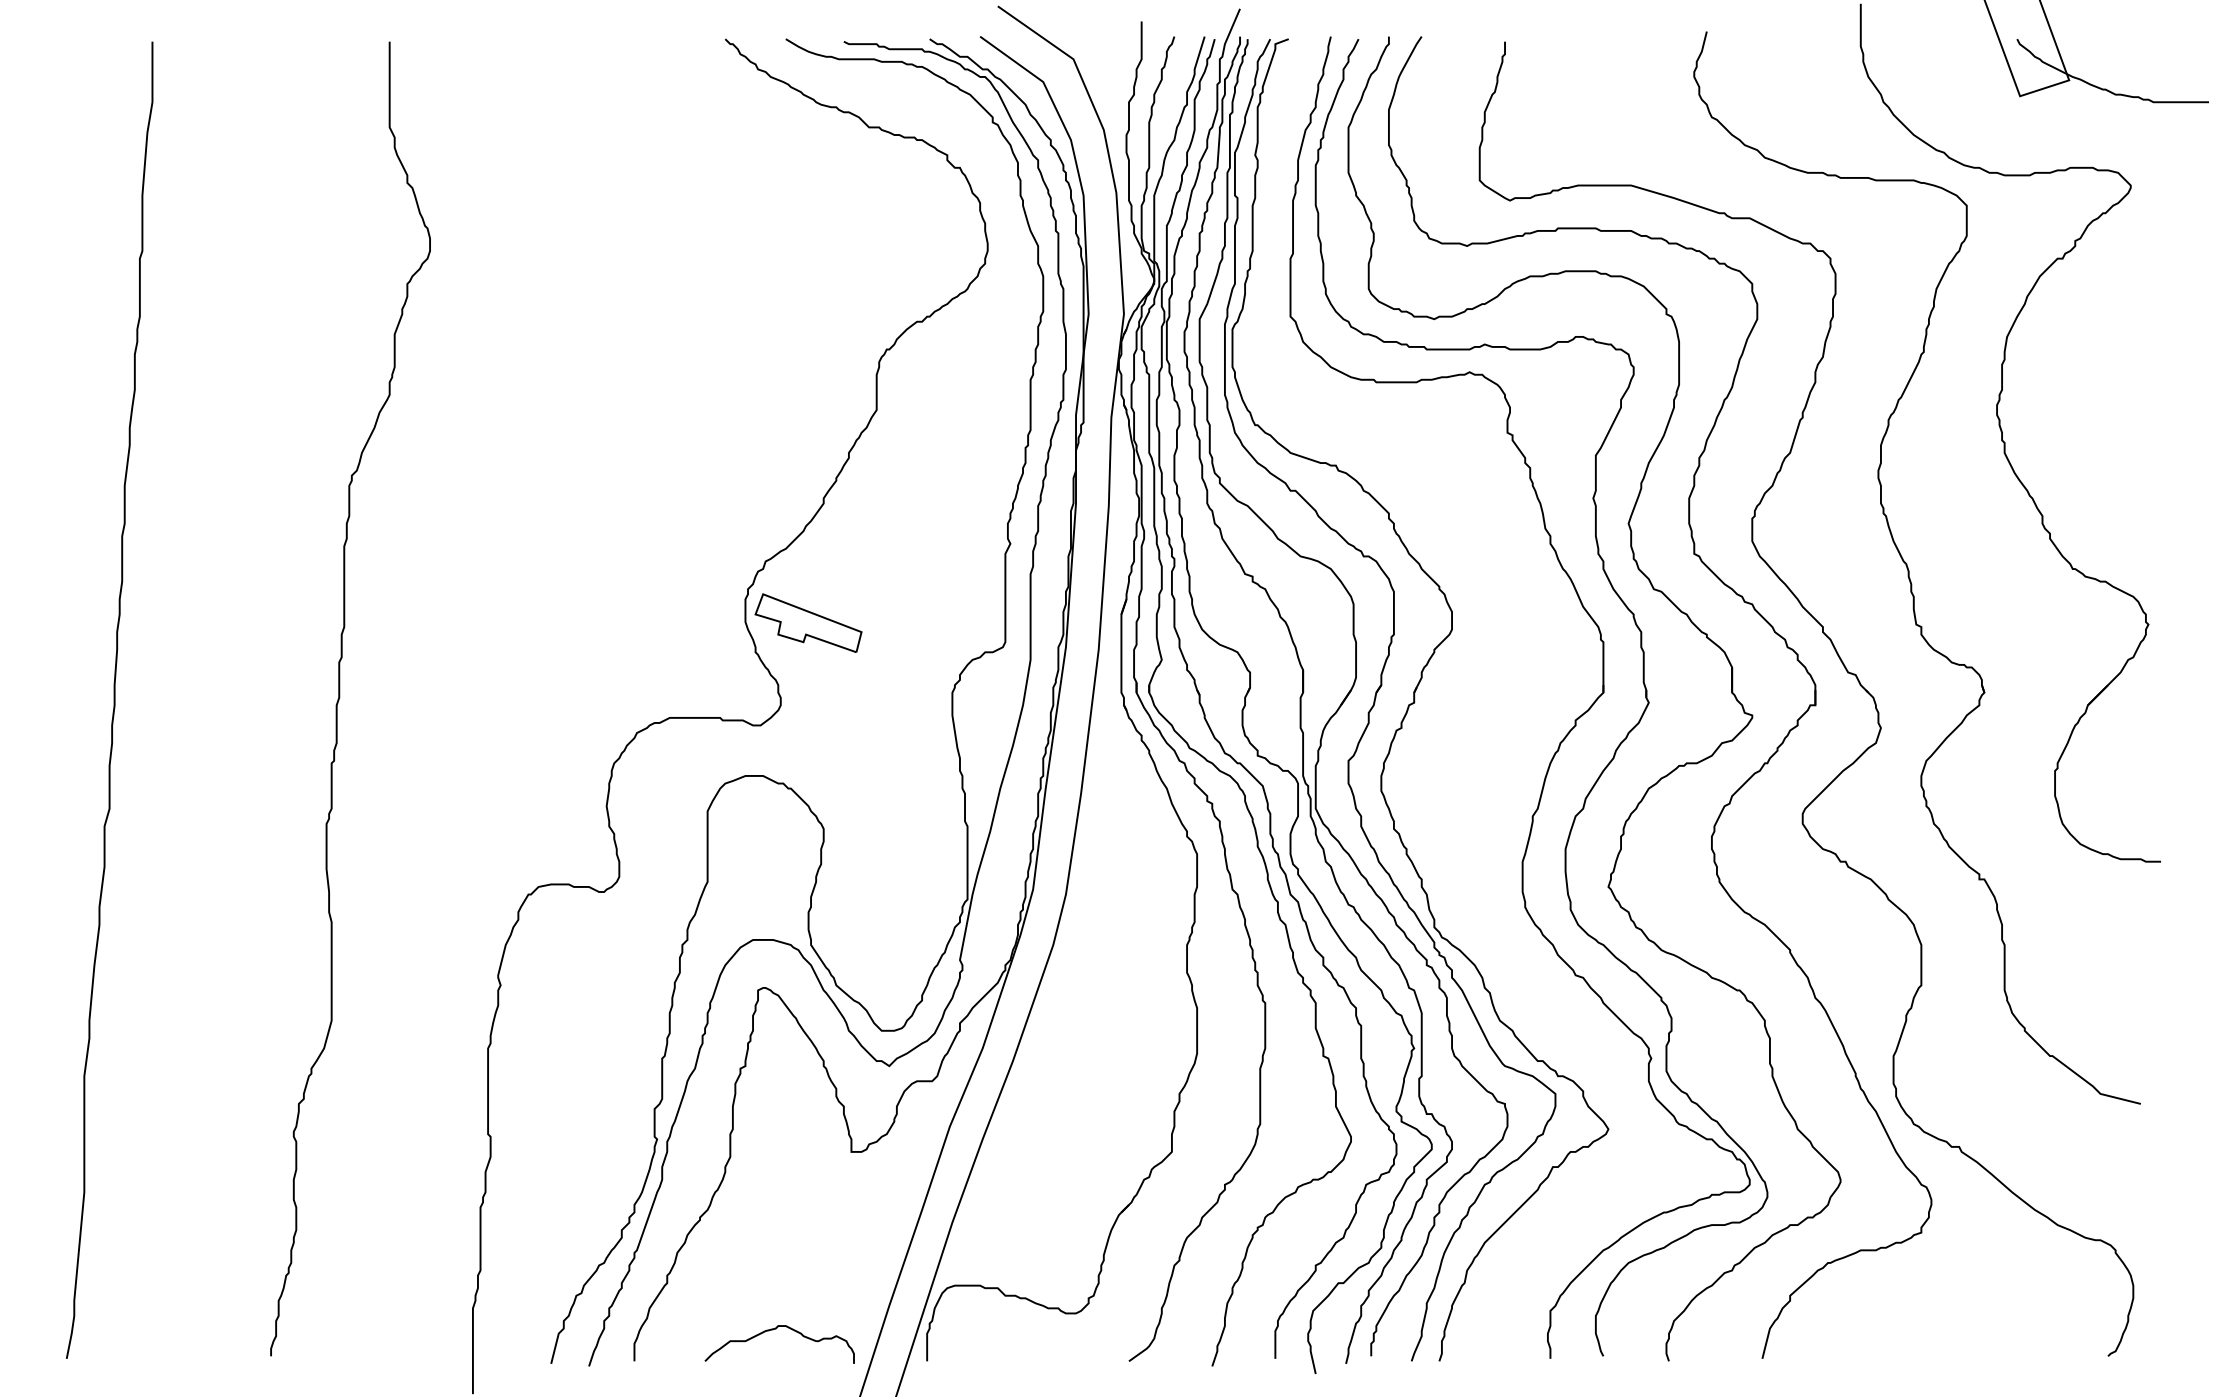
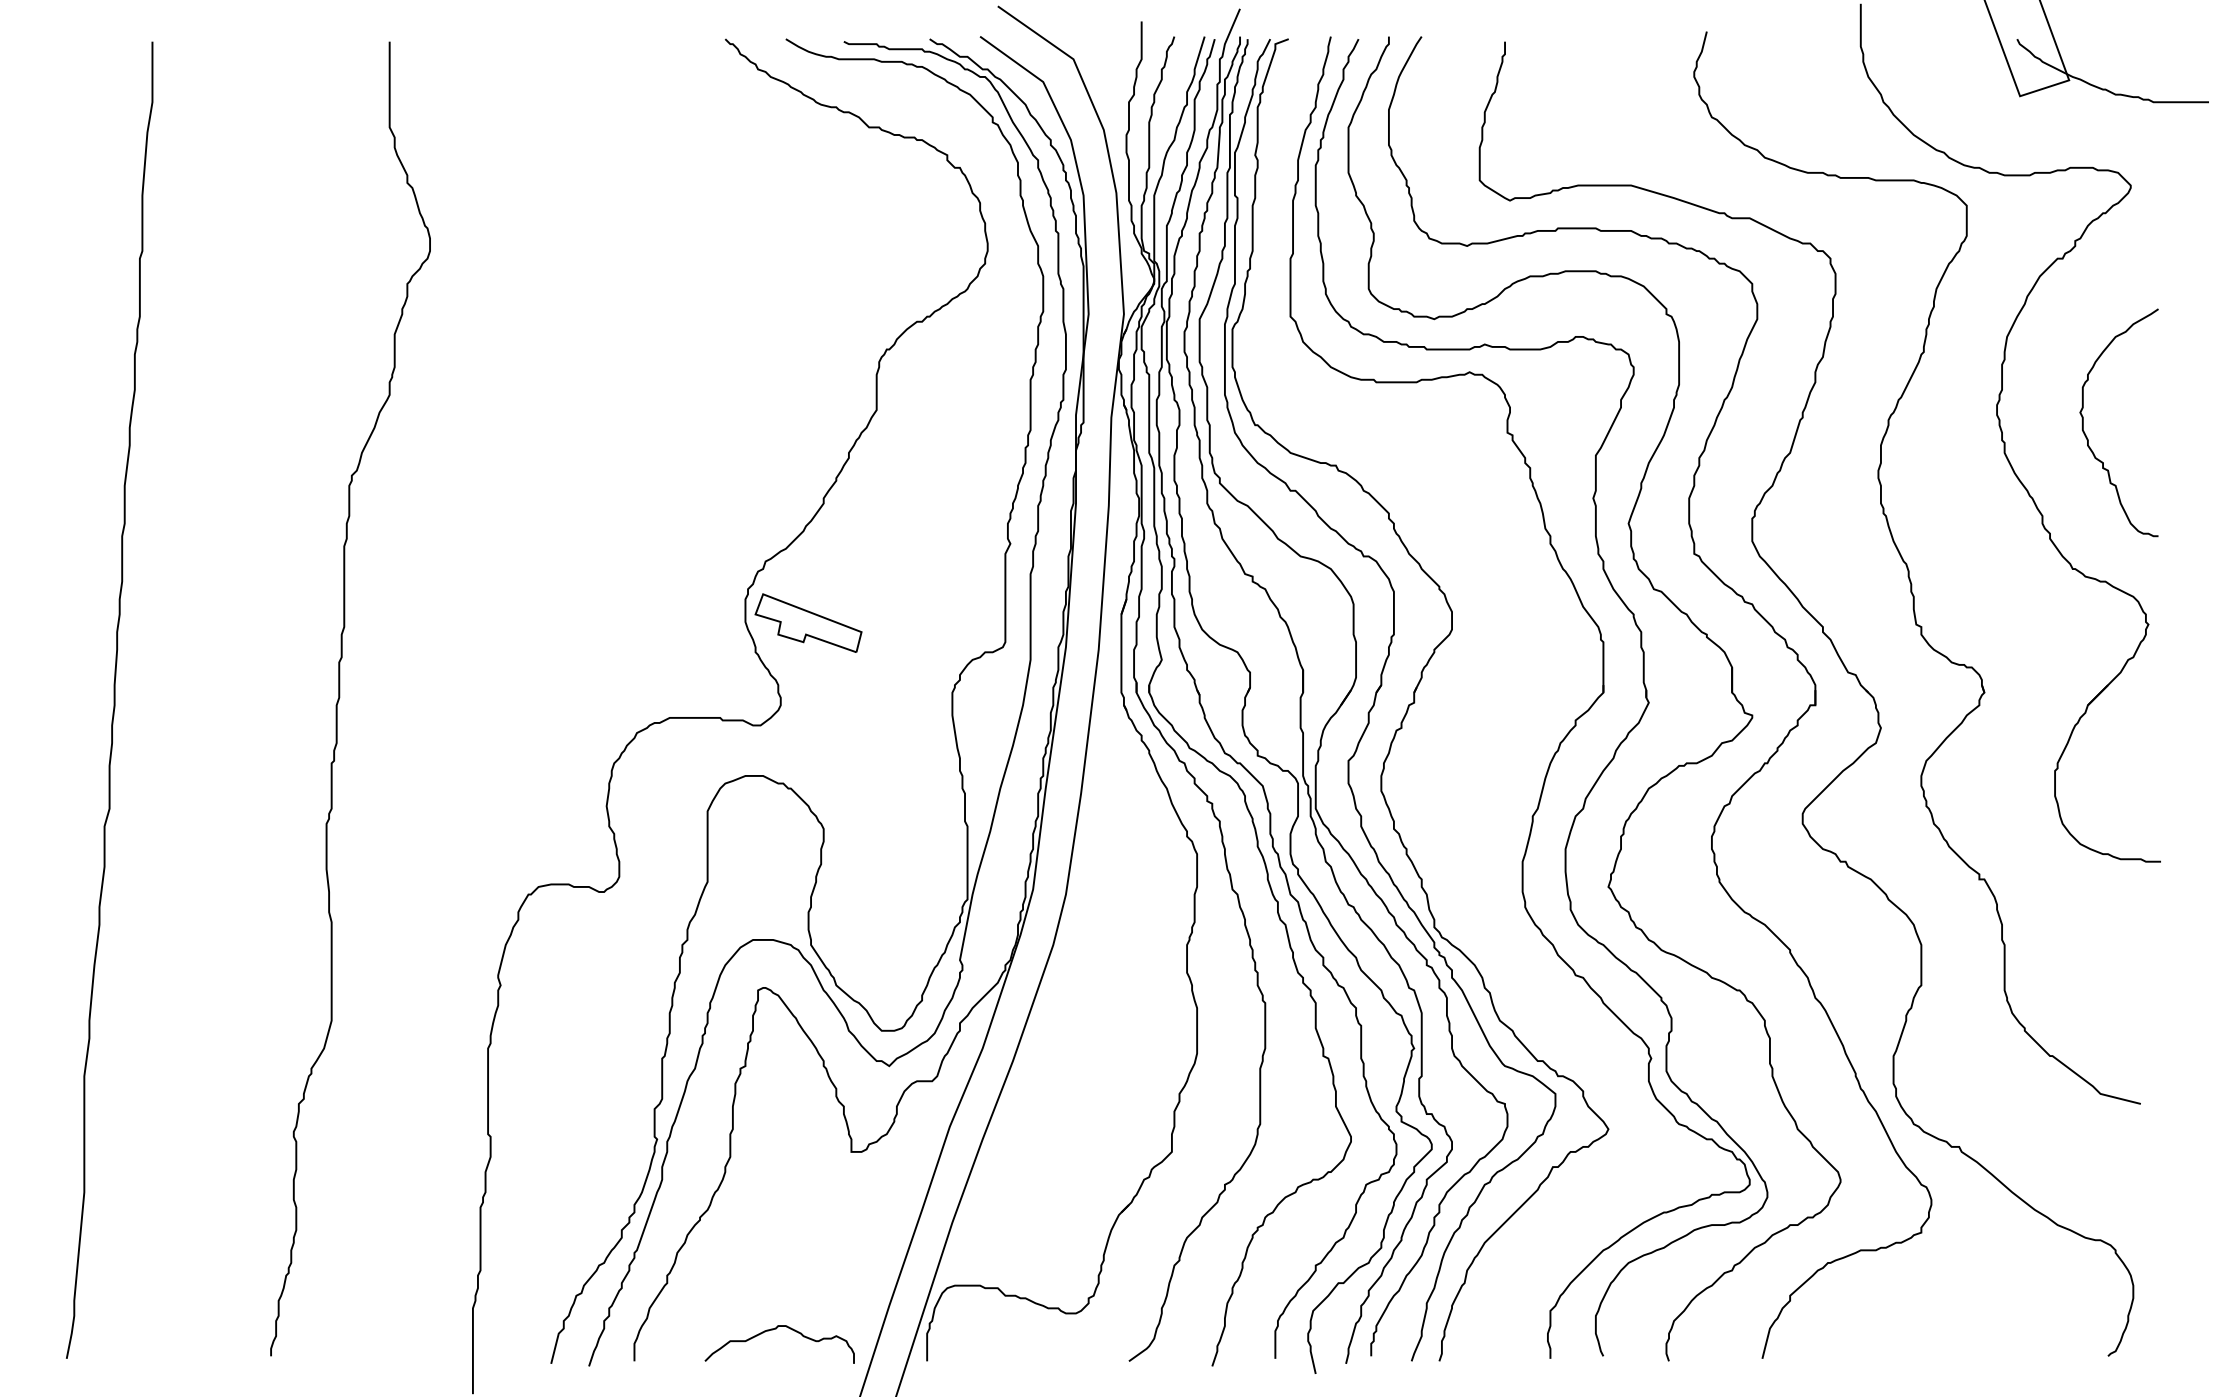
curve at (2087, 437): none -> present
